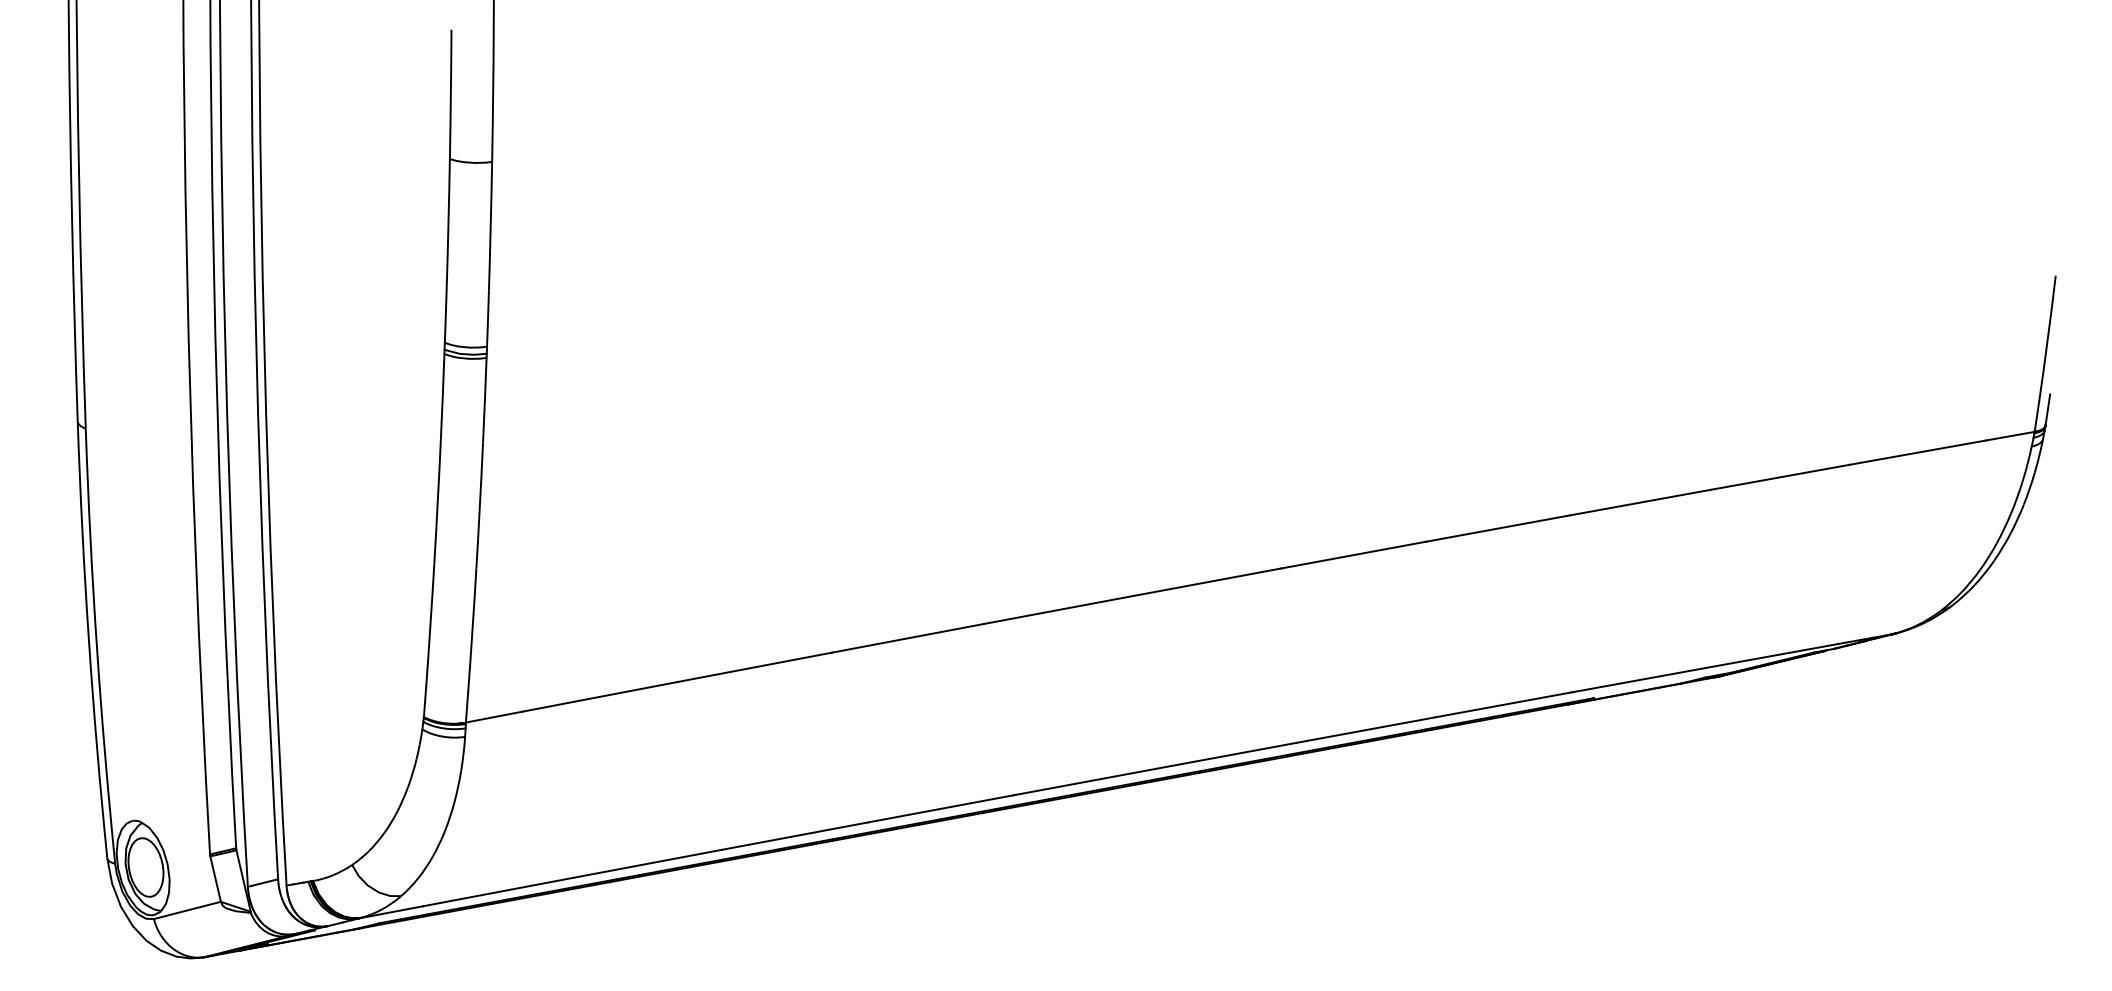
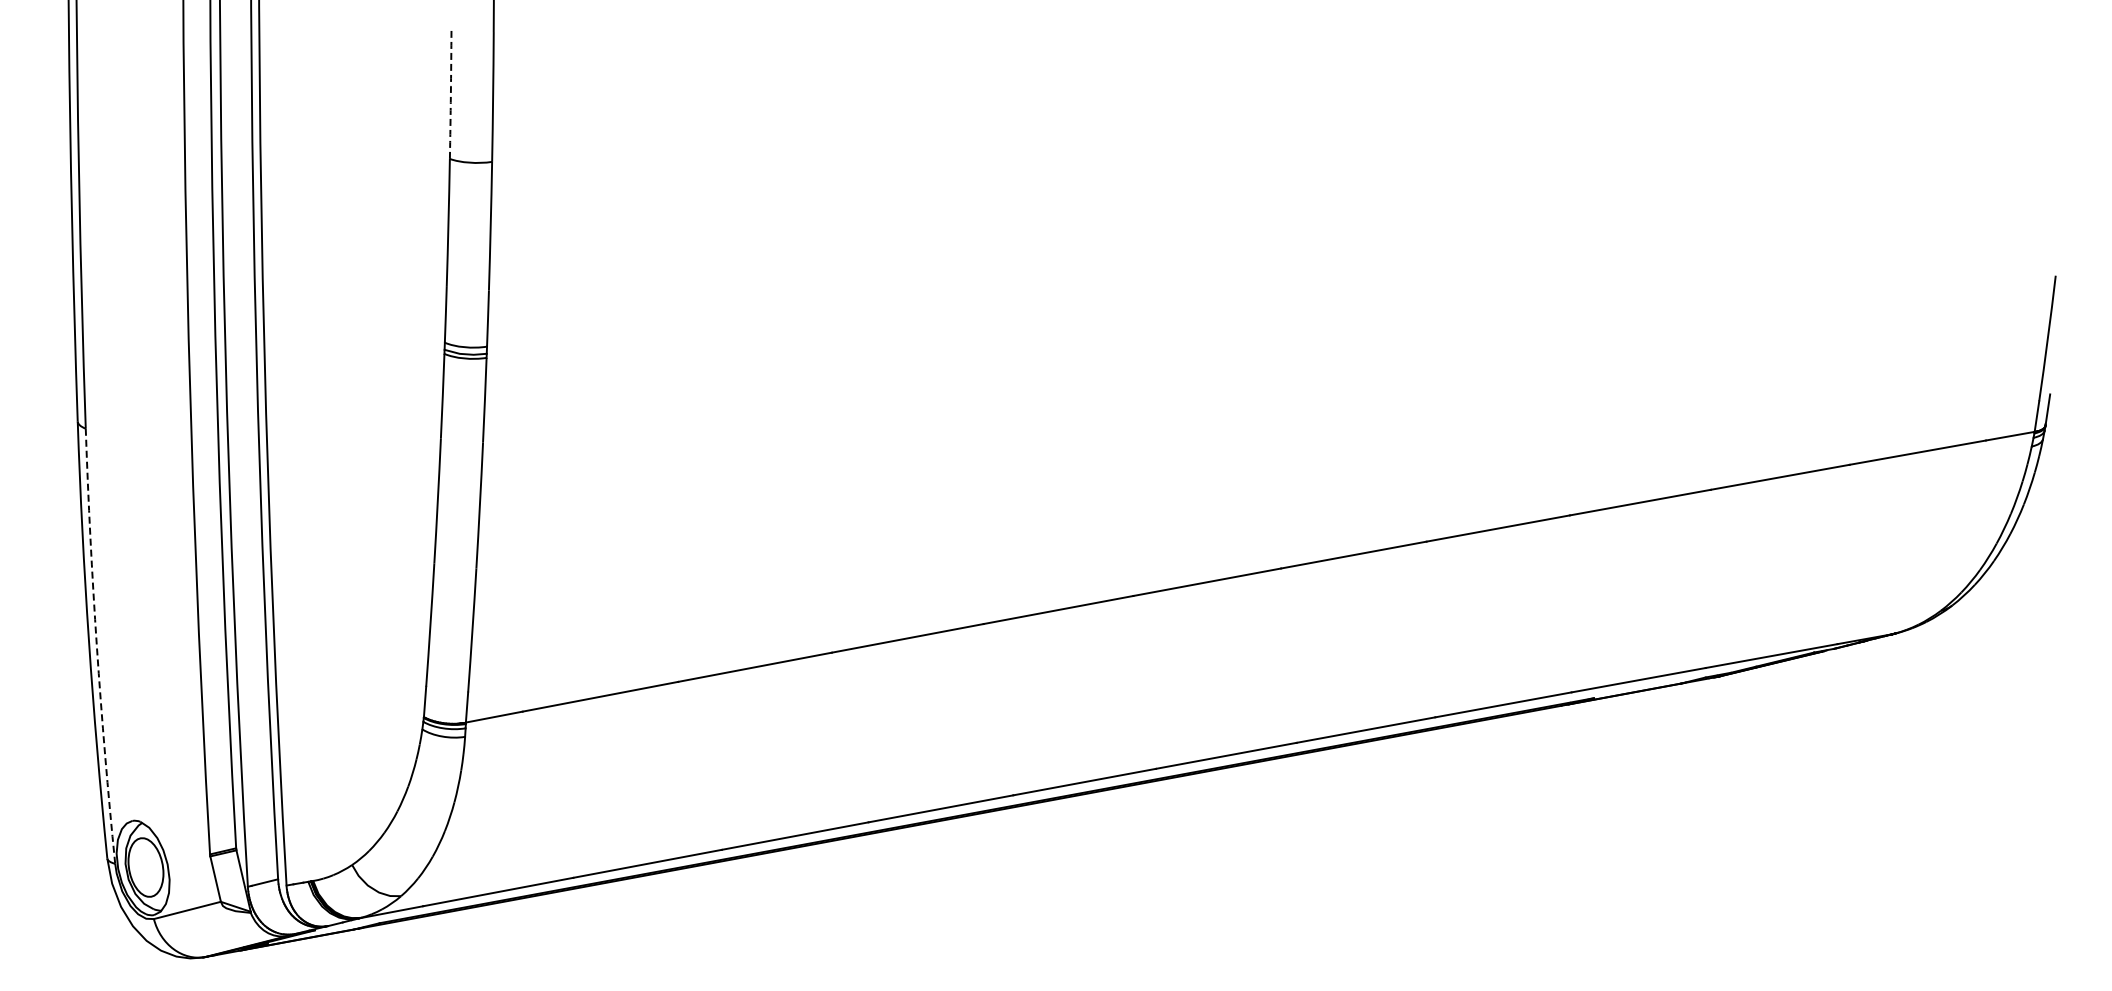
arc at (450, 94): solid -> dashed
arc at (96, 646): solid -> dashed
